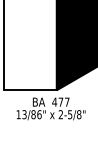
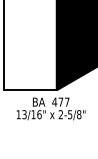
text at (33, 114): 13/86" -> 13/16"
